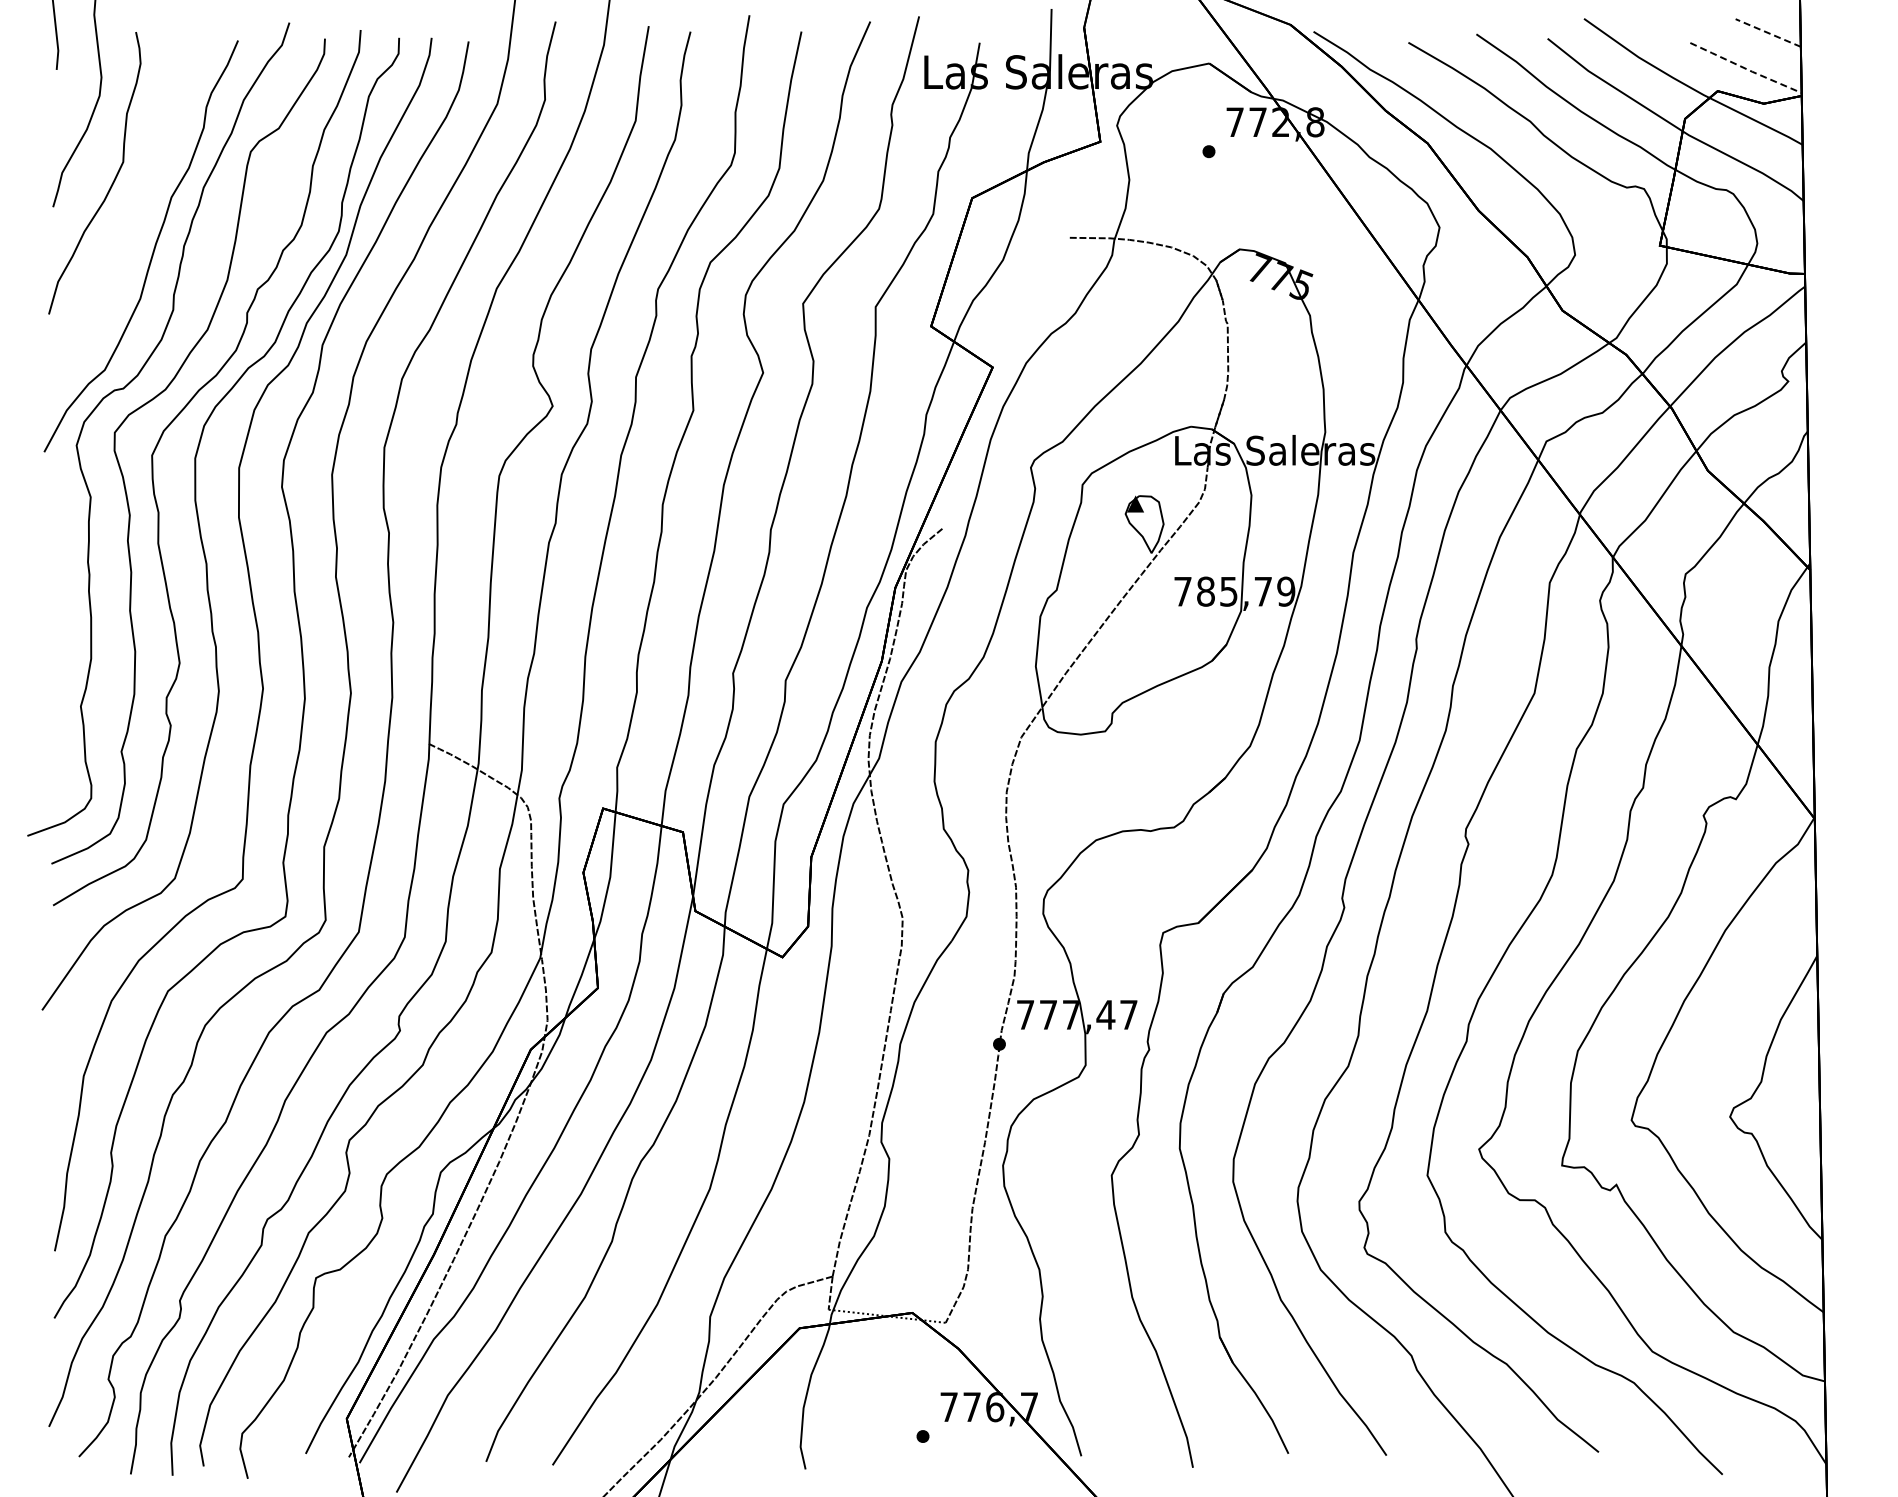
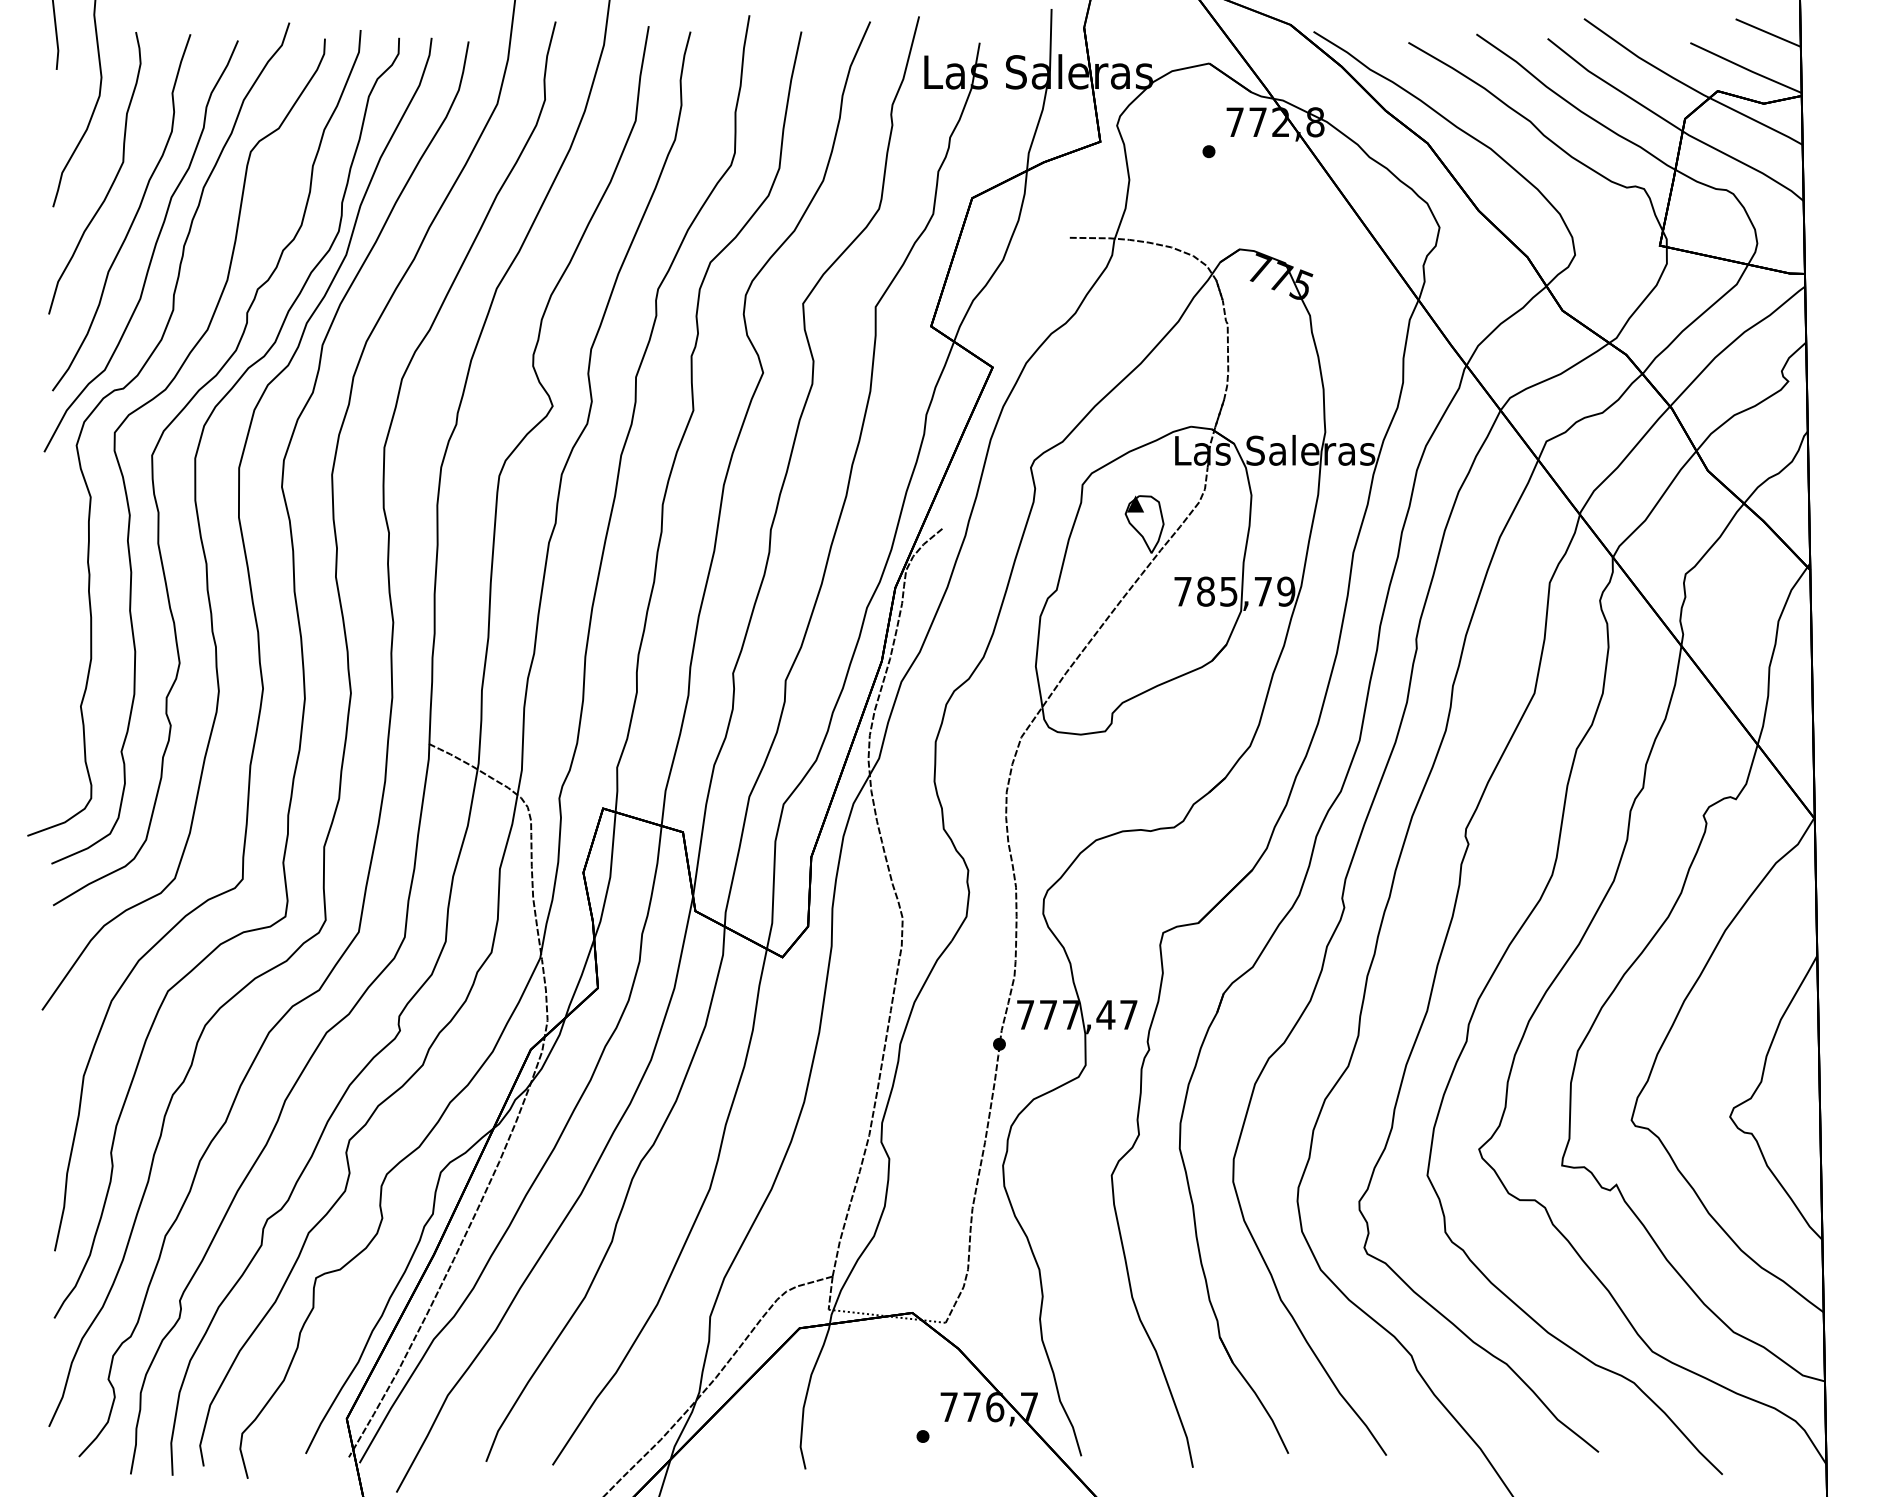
line at (1767, 32): dashed -> solid
line at (1745, 68): dashed -> solid
curve at (134, 215): none -> present
